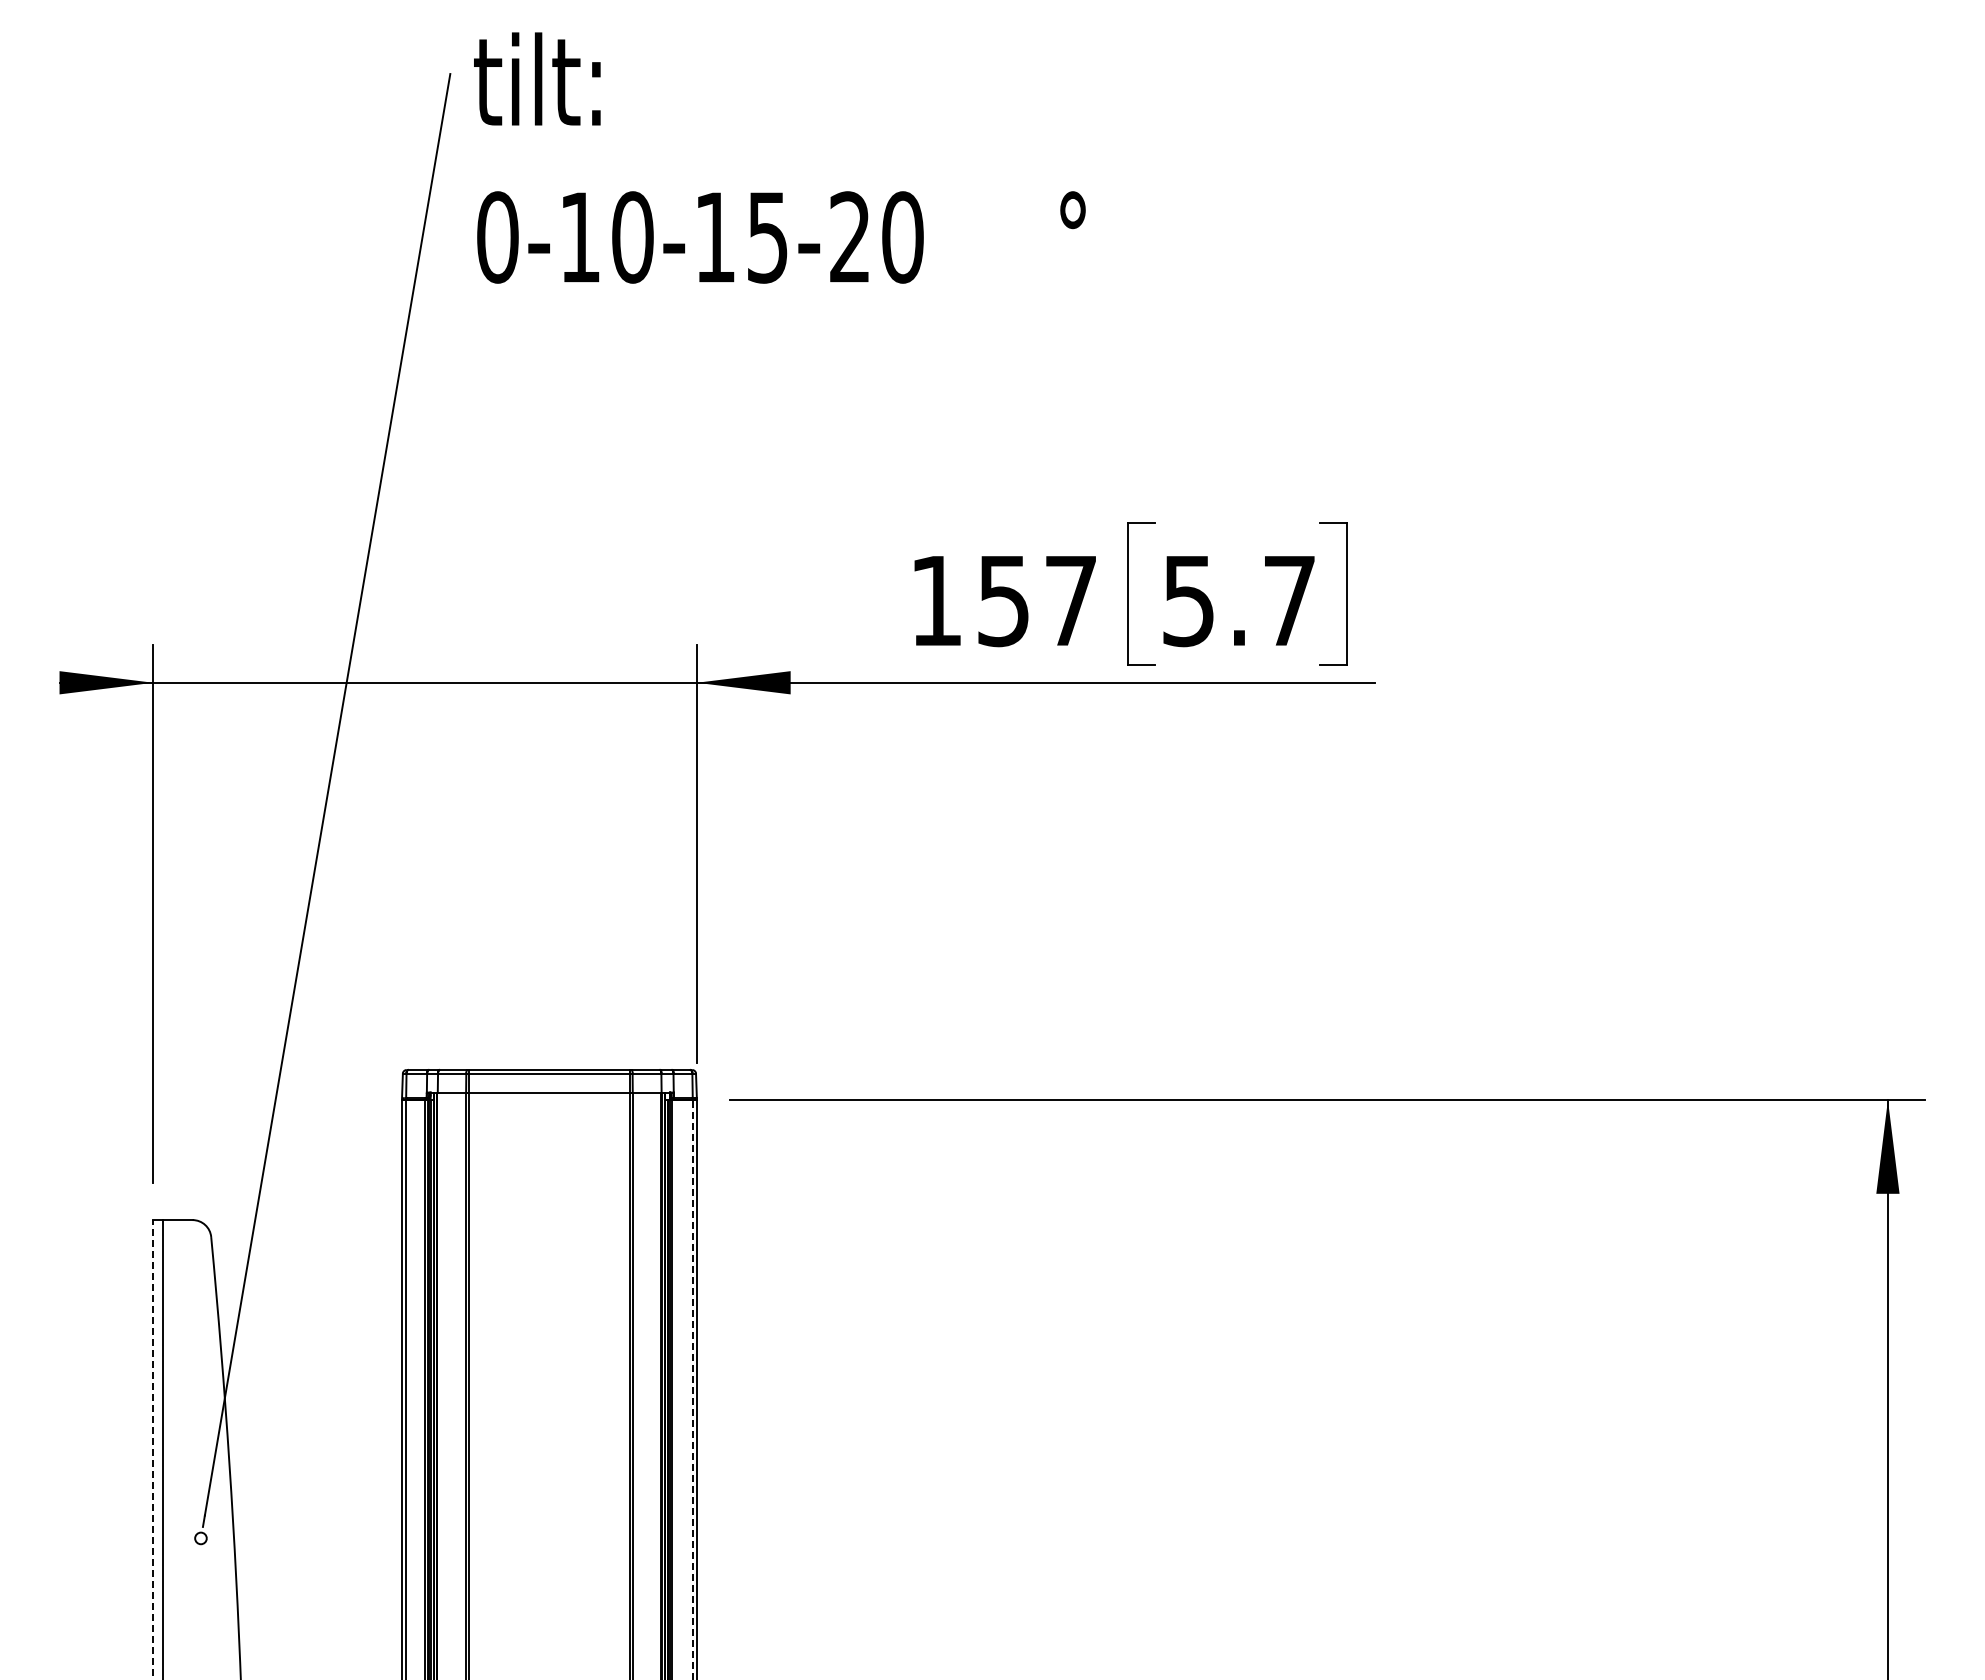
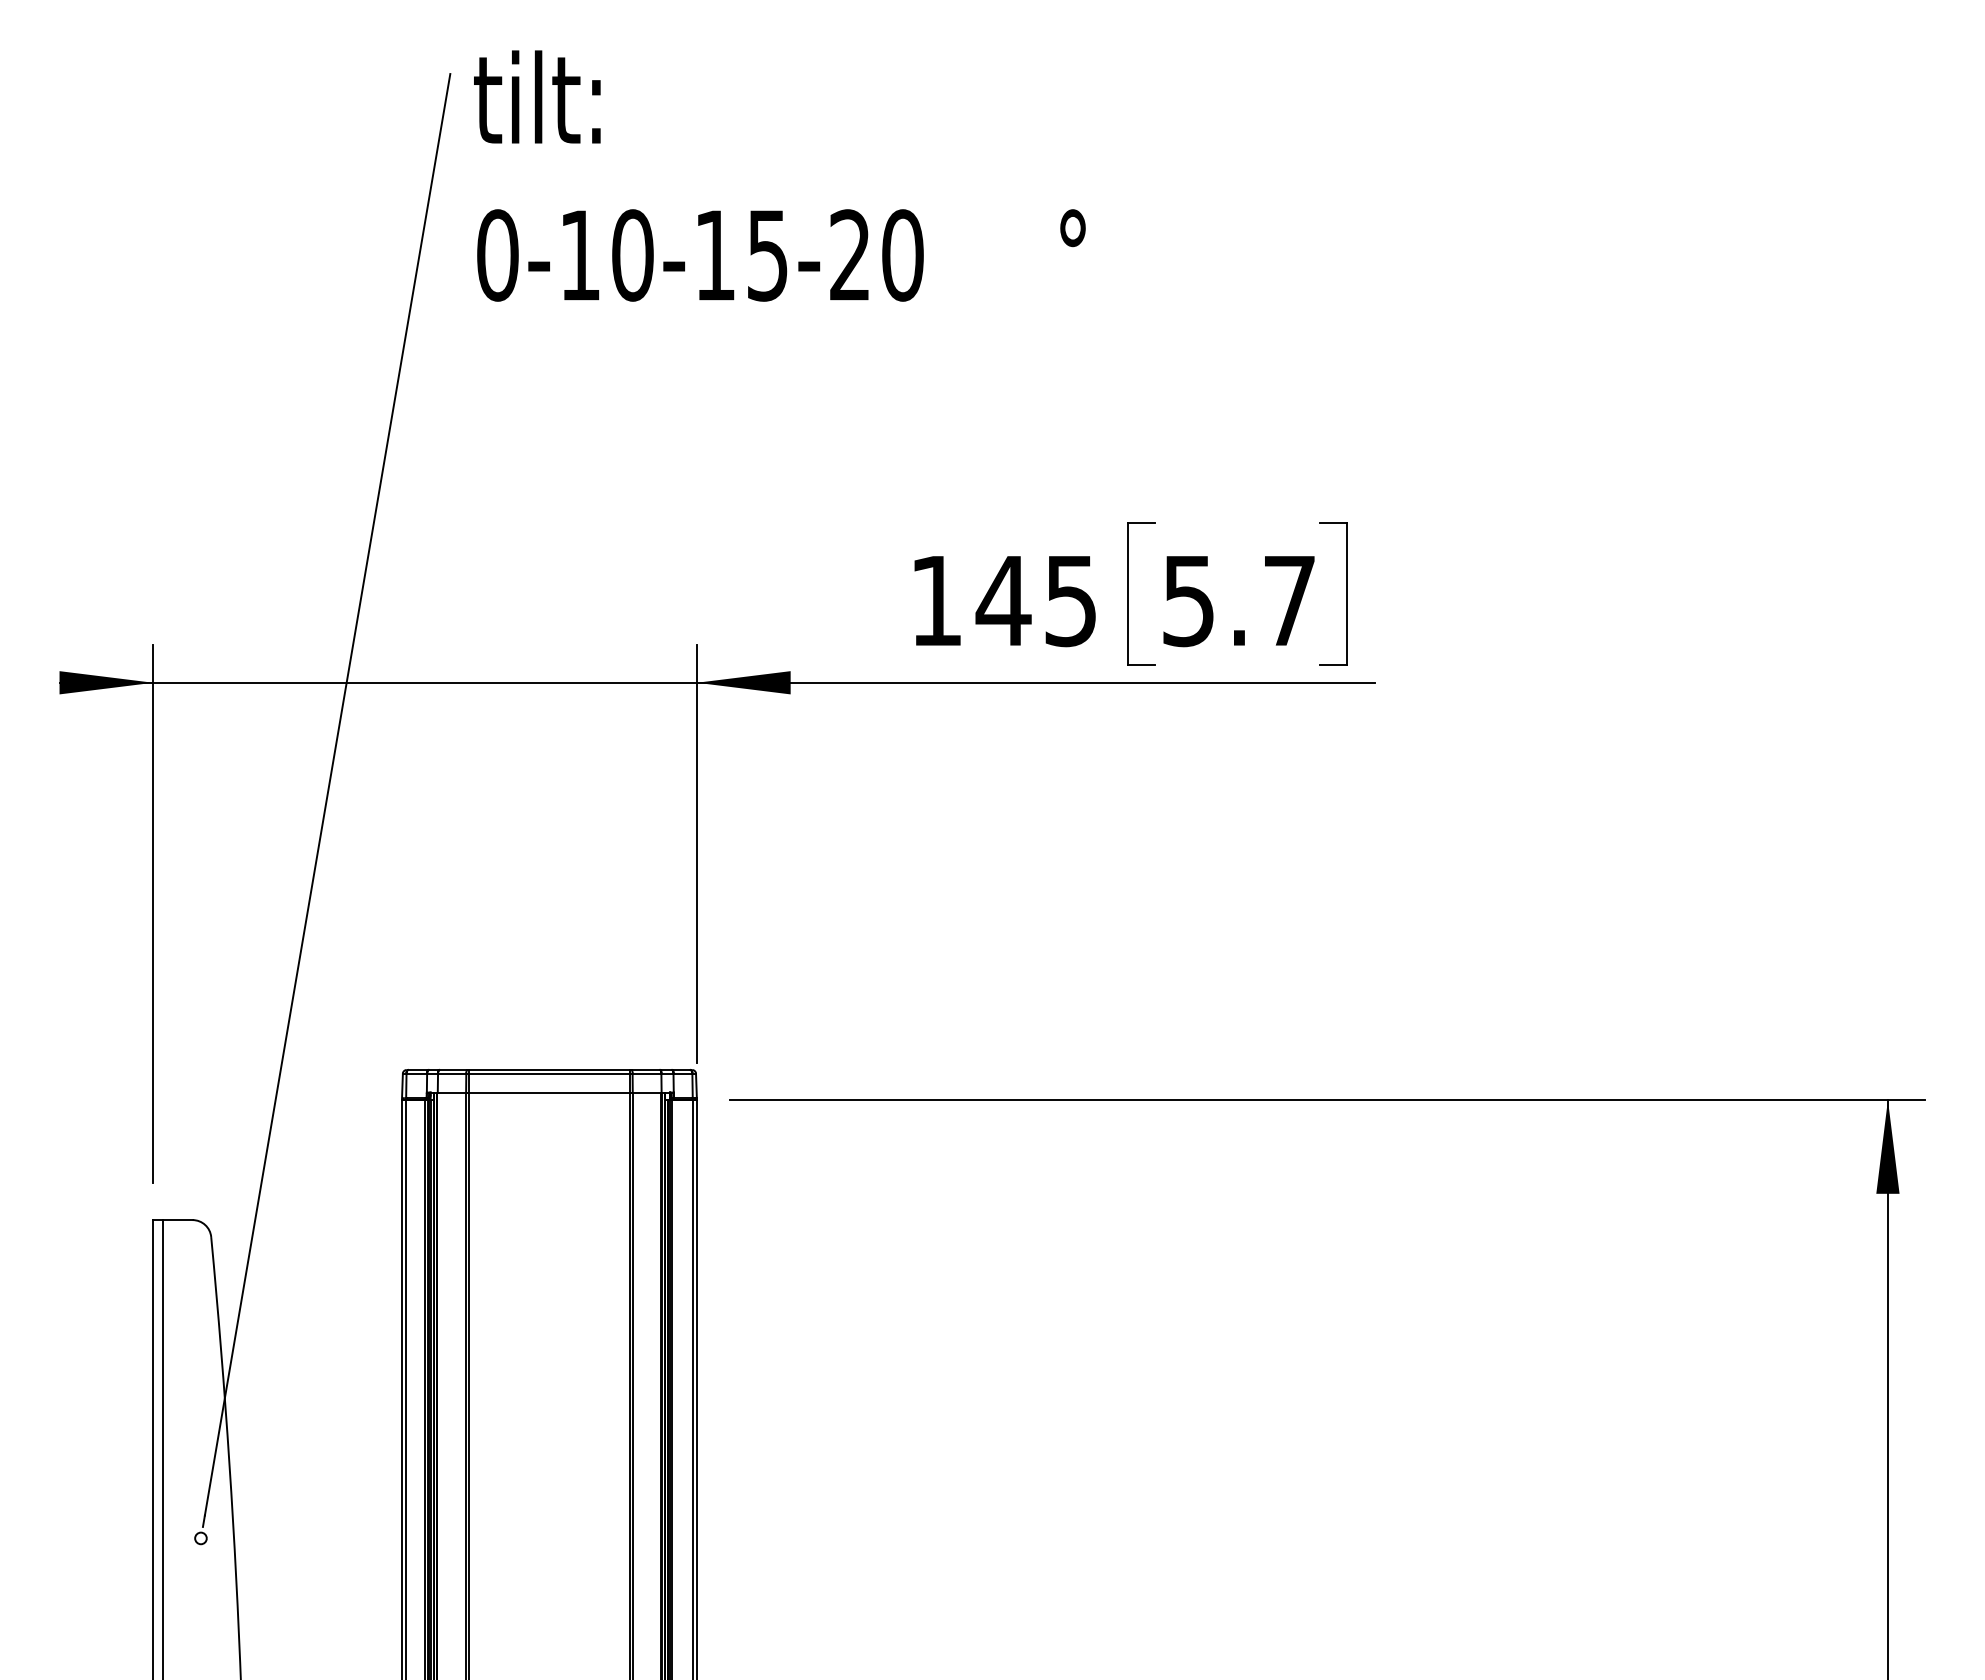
text at (779, 157) position: (779, 157) -> (779, 175)
text at (1035, 601): 157 -> 145
line at (692, 1389): dashed -> solid
line at (153, 1449): dashed -> solid
